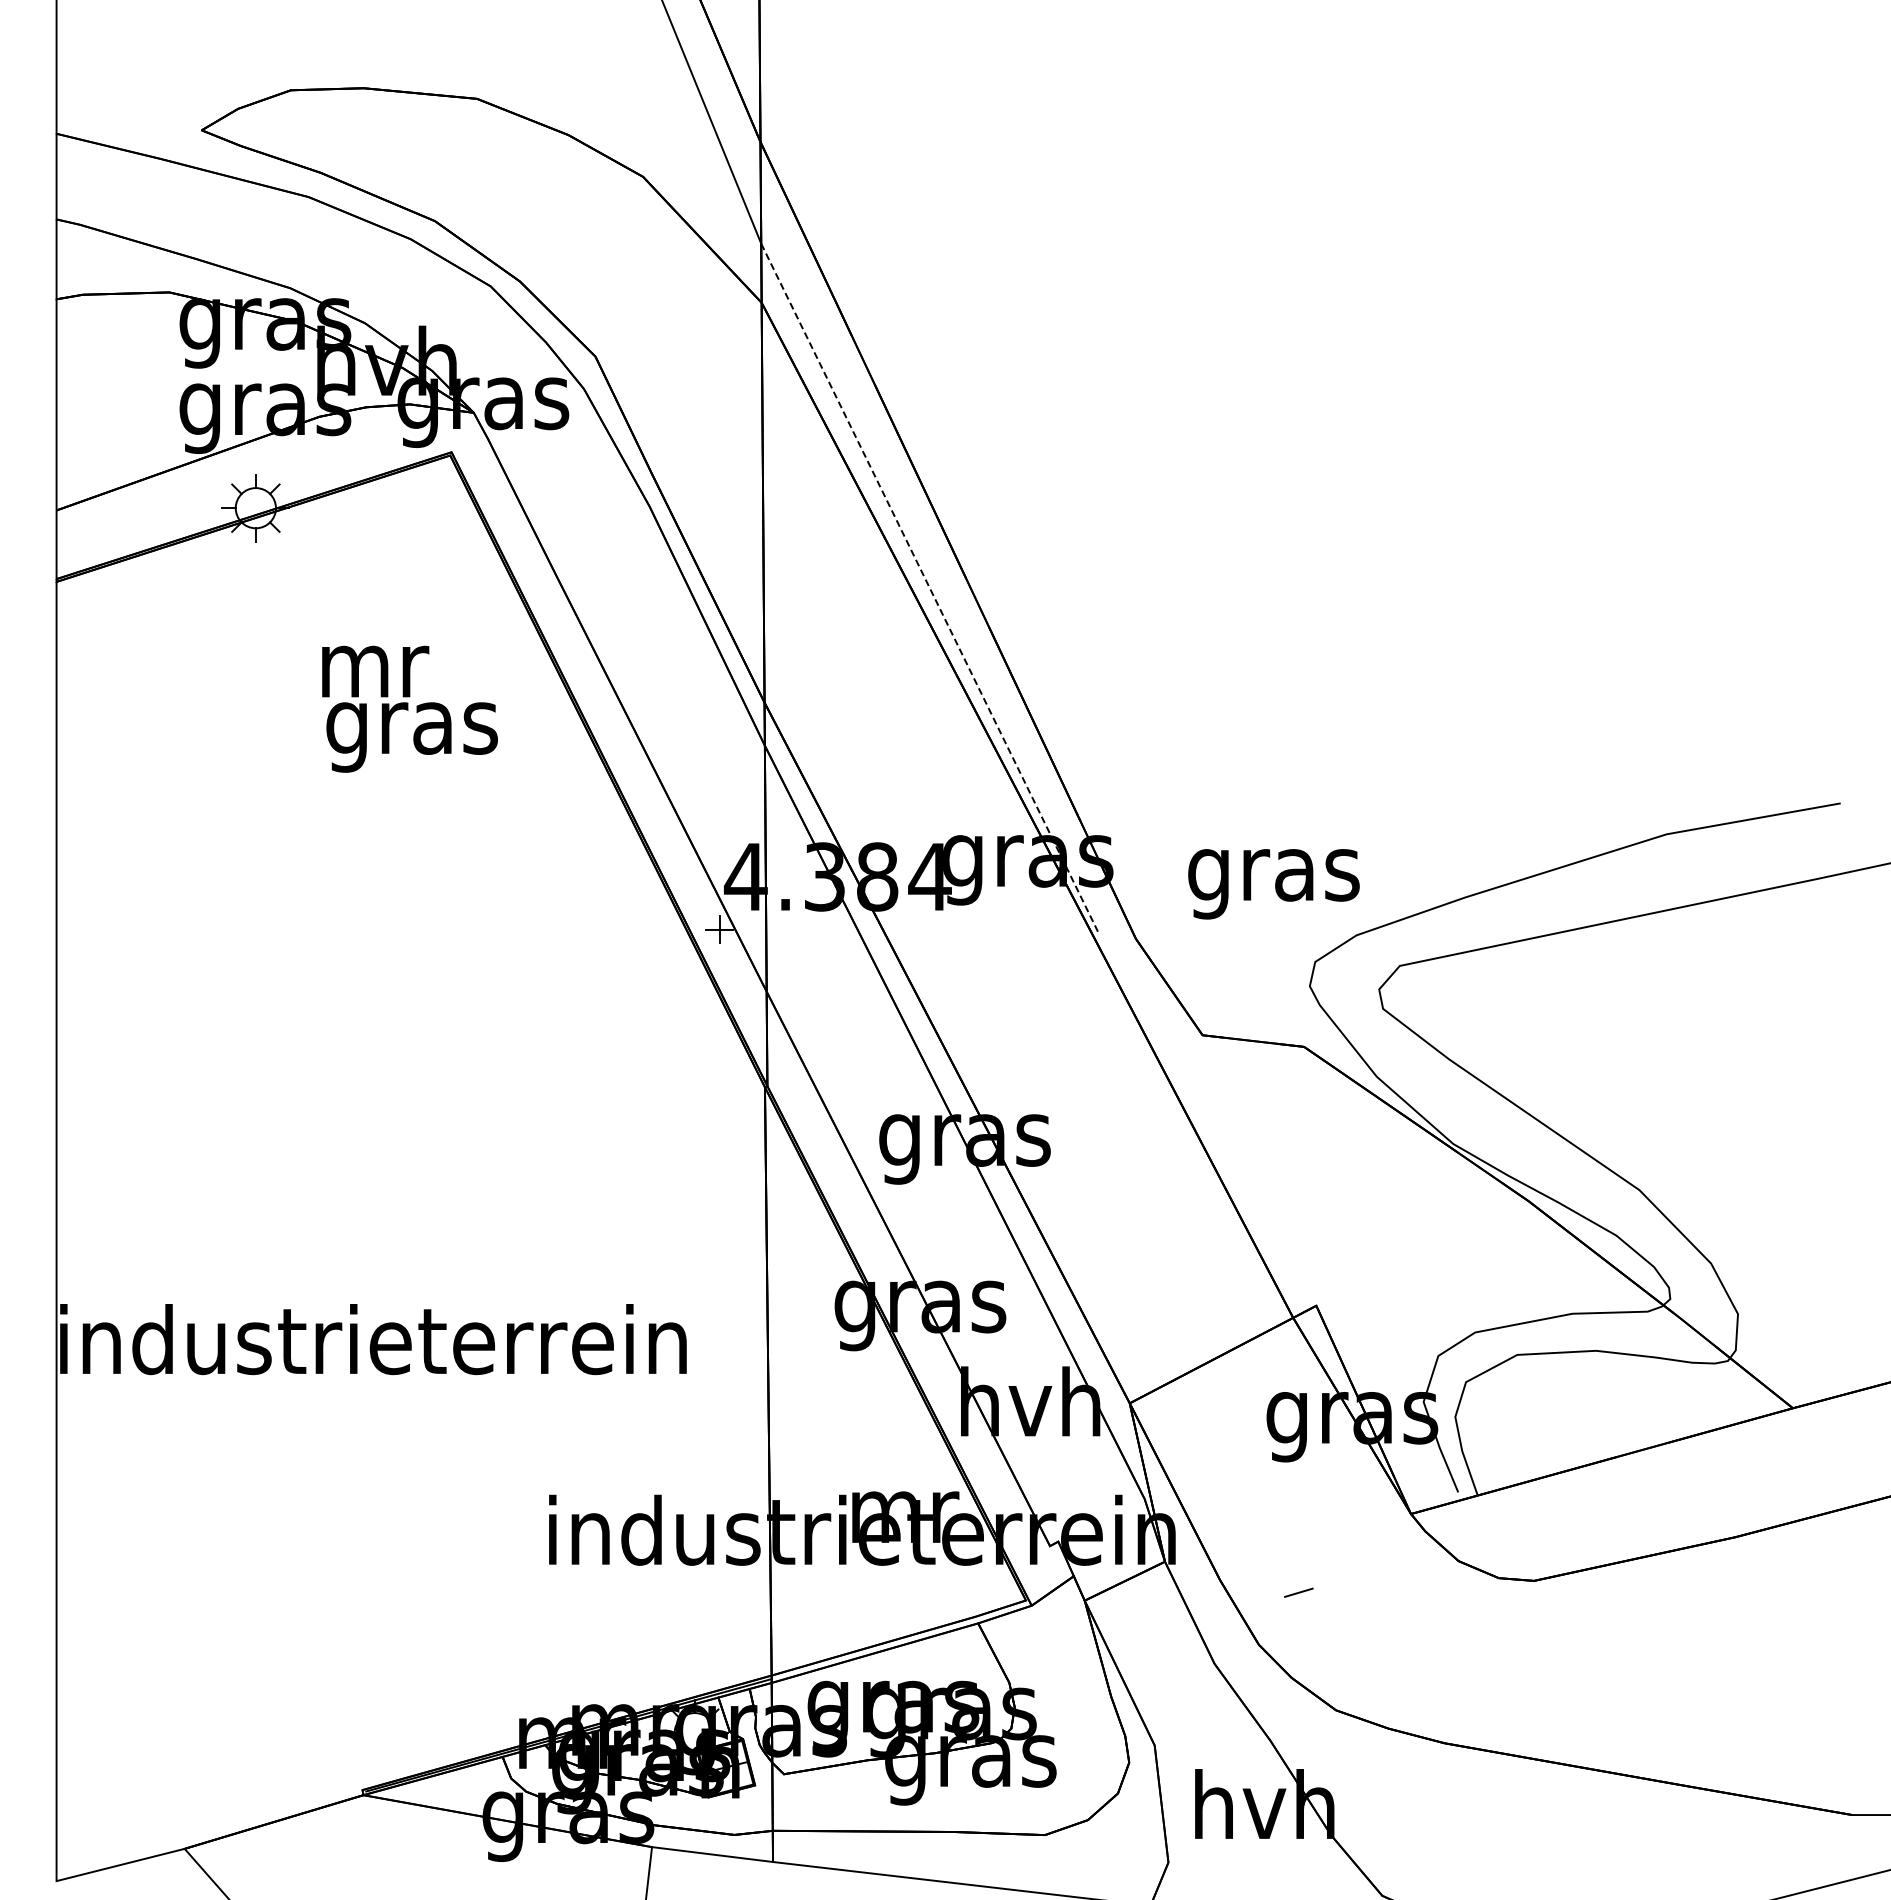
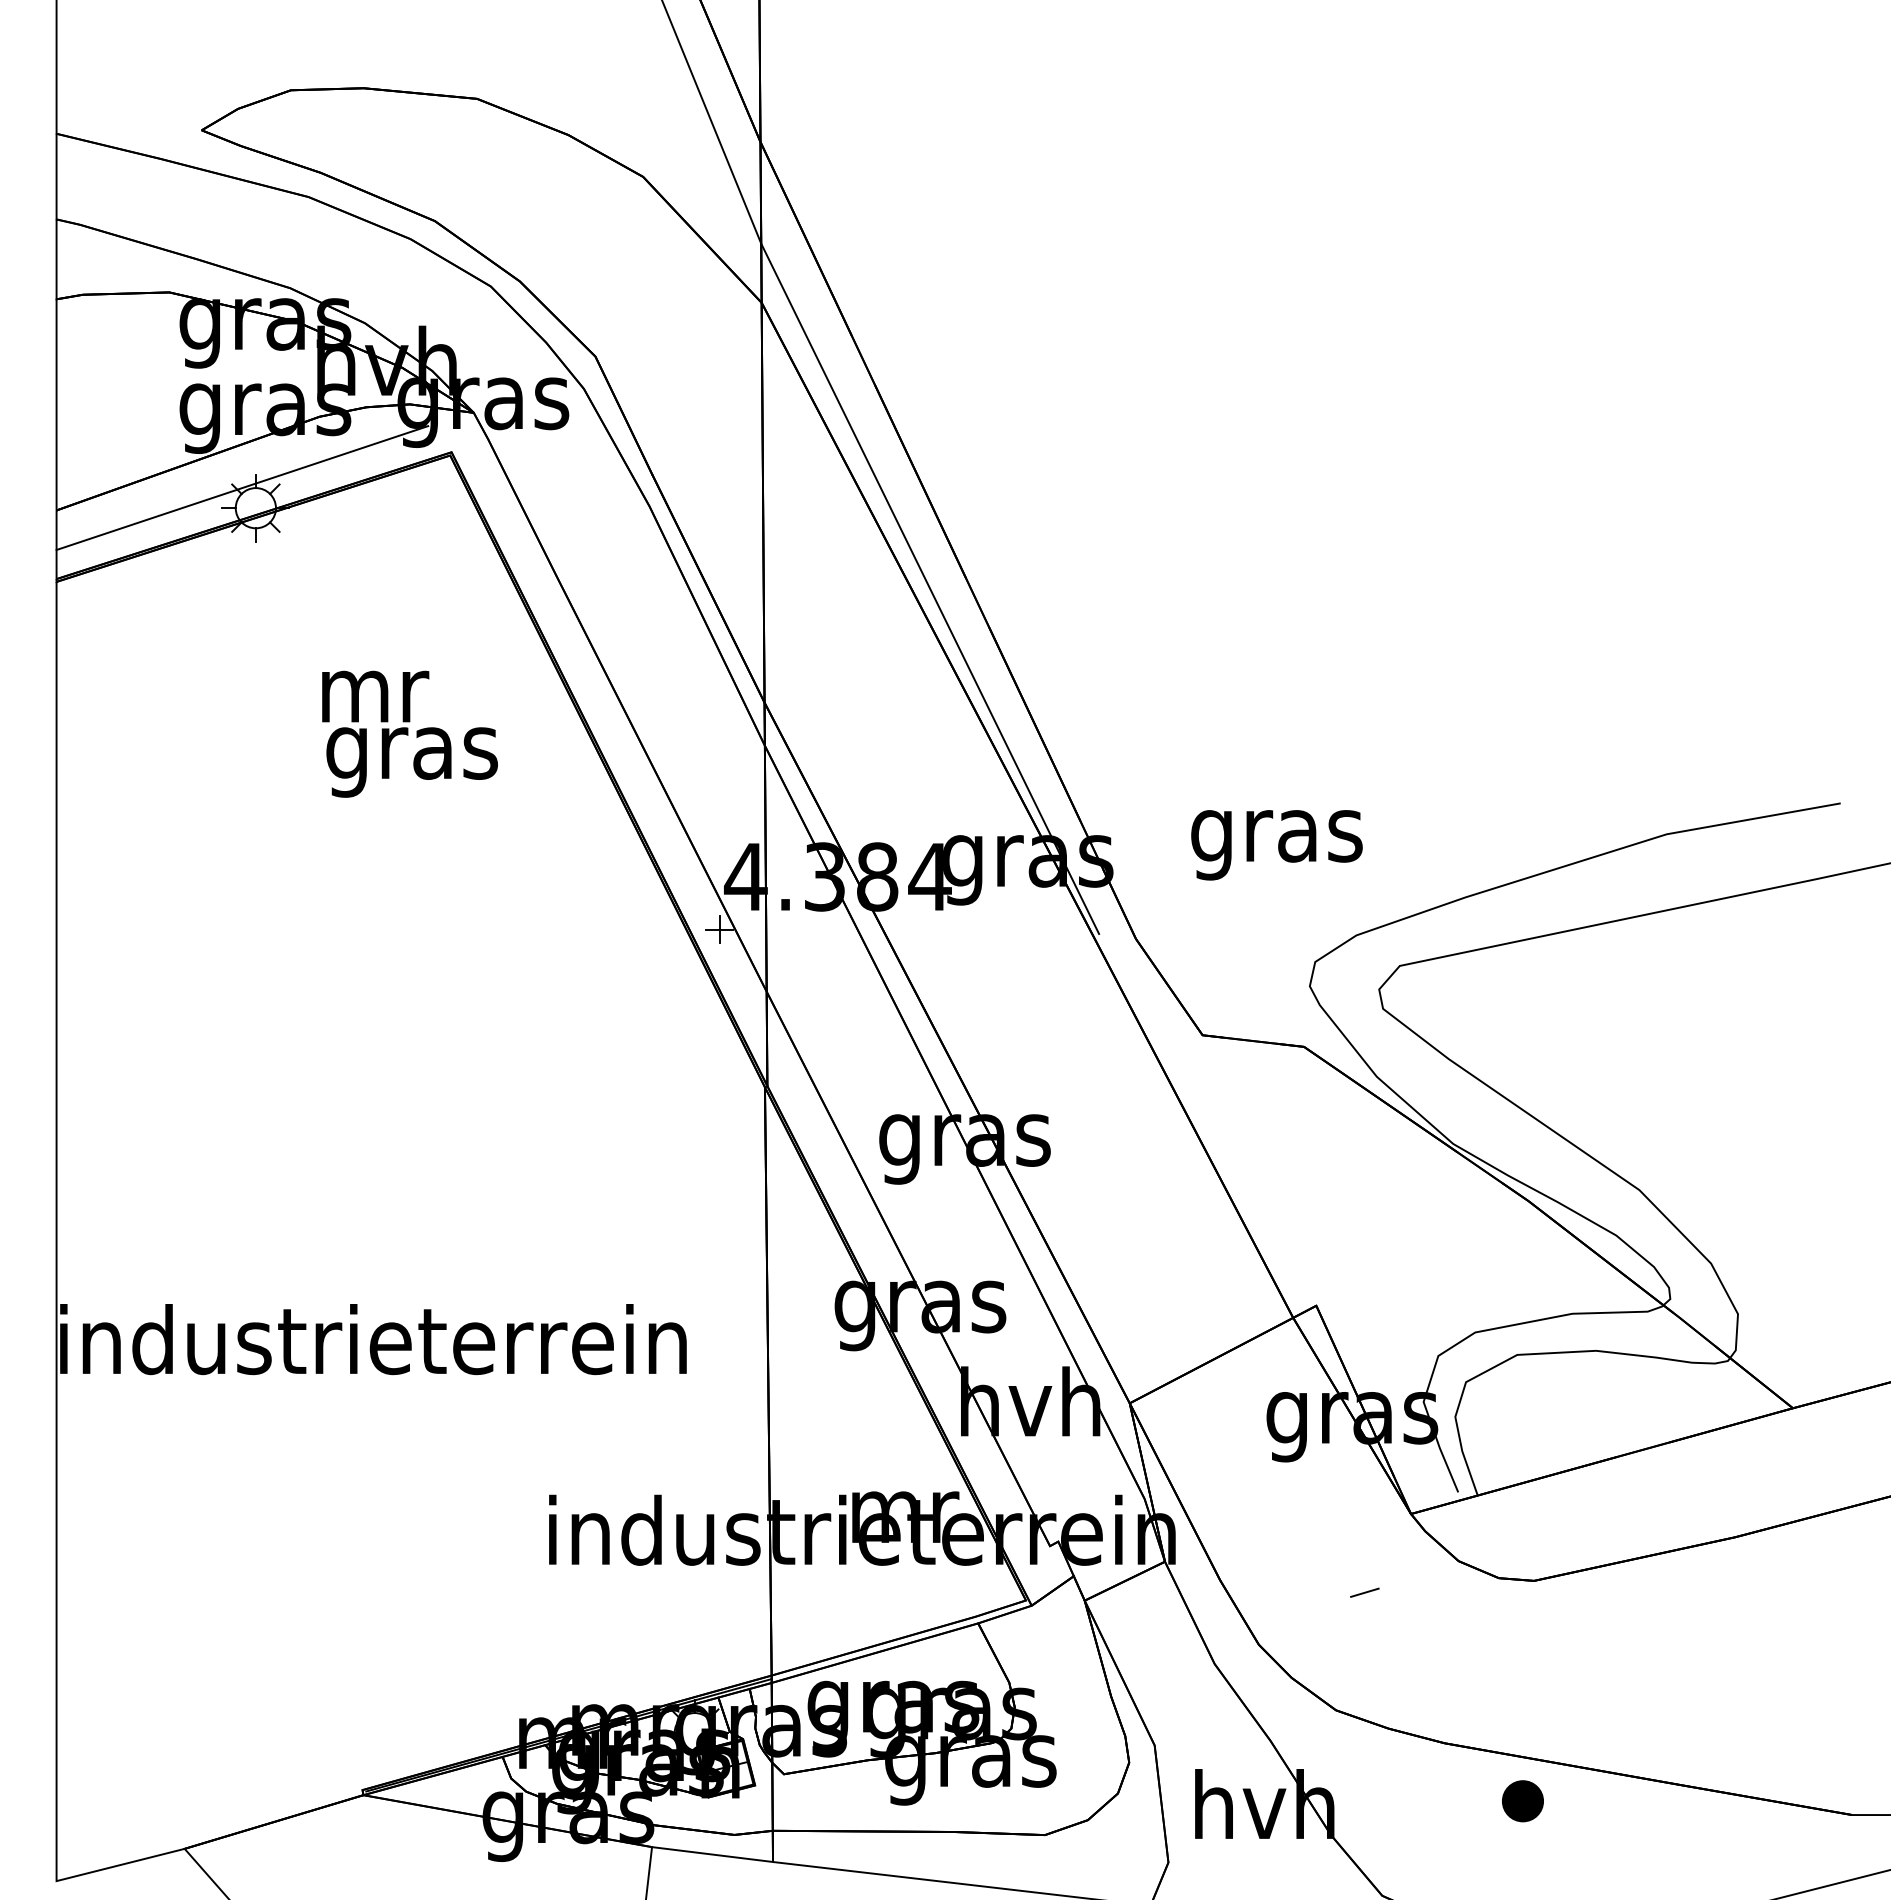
line at (242, 488): none -> present
line at (930, 589): dashed -> solid
text at (409, 708) position: (409, 708) -> (409, 733)
text at (1273, 884) position: (1273, 884) -> (1276, 845)
line at (1298, 1592) position: (1298, 1592) -> (1364, 1592)
part at (1522, 1801): none -> present
